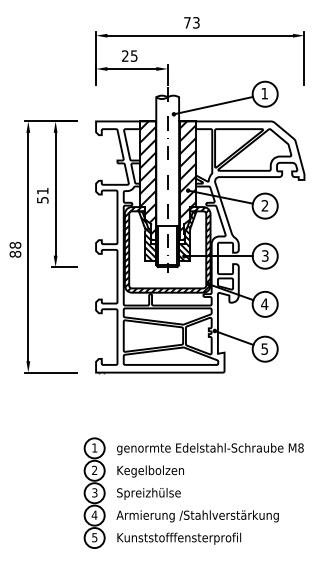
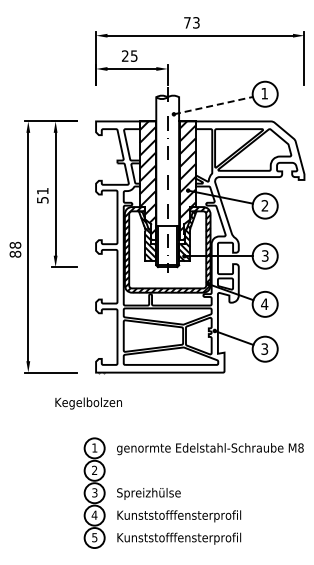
line at (213, 105): solid -> dashed
text at (264, 348): 5 -> 3
text at (150, 471) position: (150, 471) -> (88, 403)
text at (197, 516): Armierung /Stahlverstärkung -> Kunststofffensterprofil
